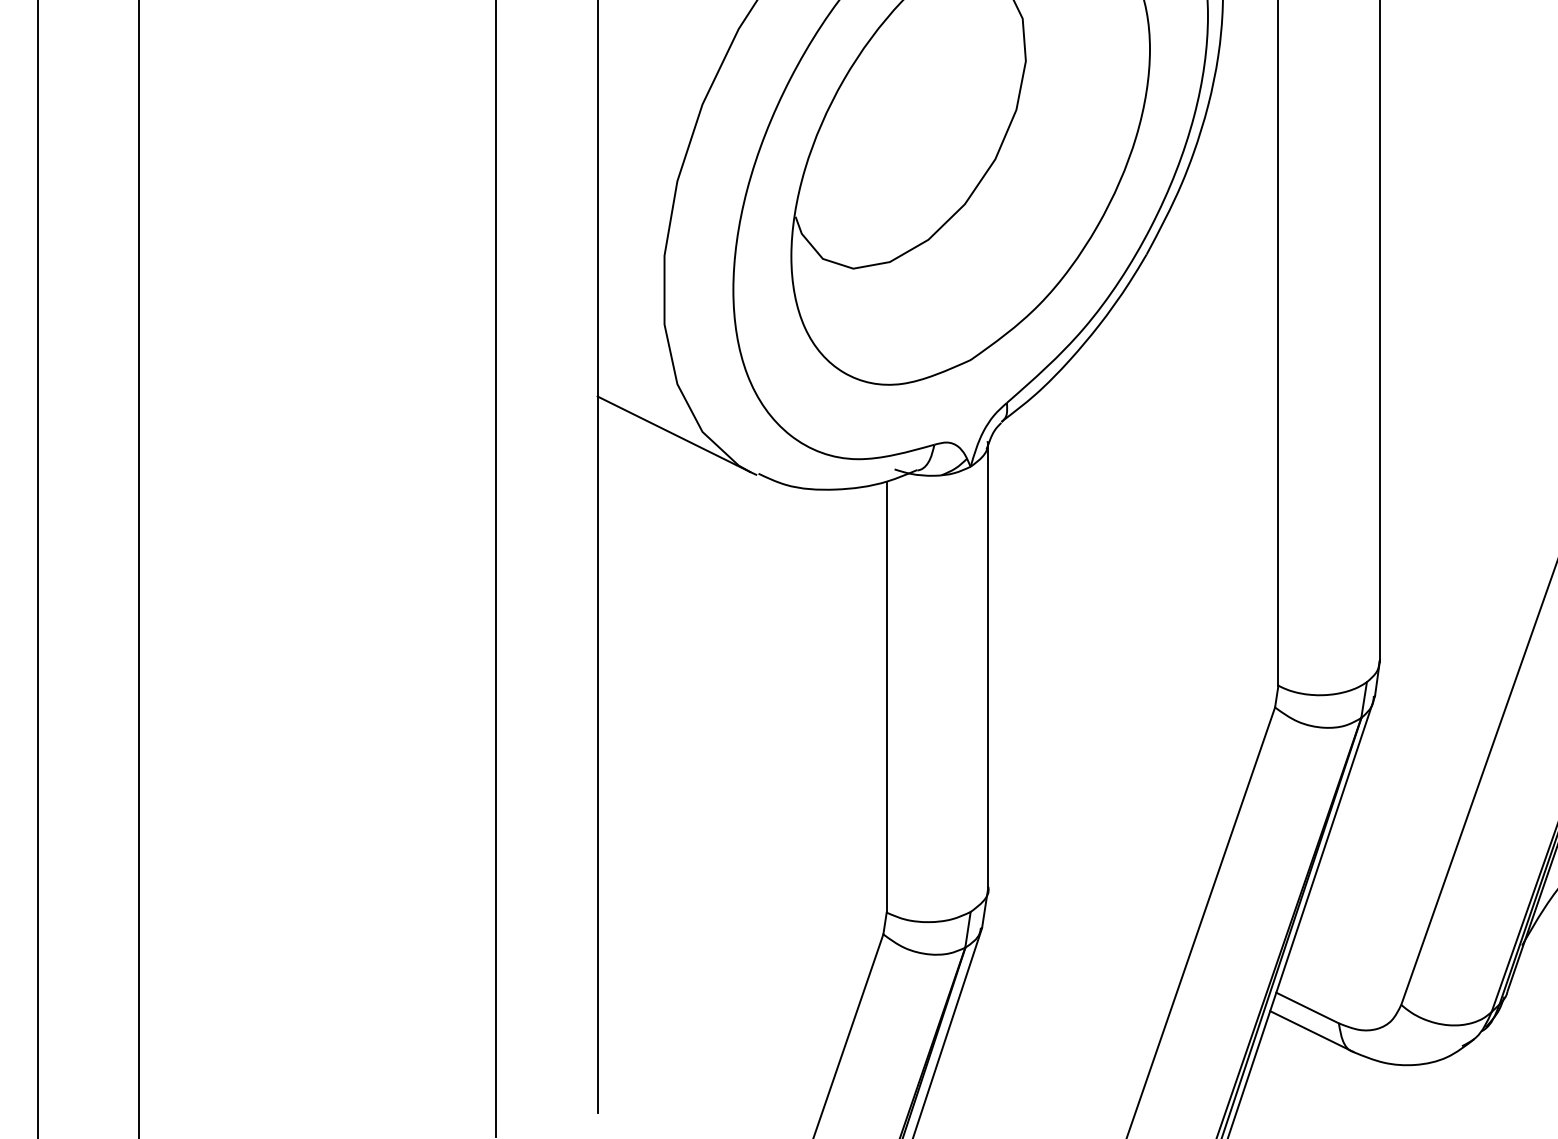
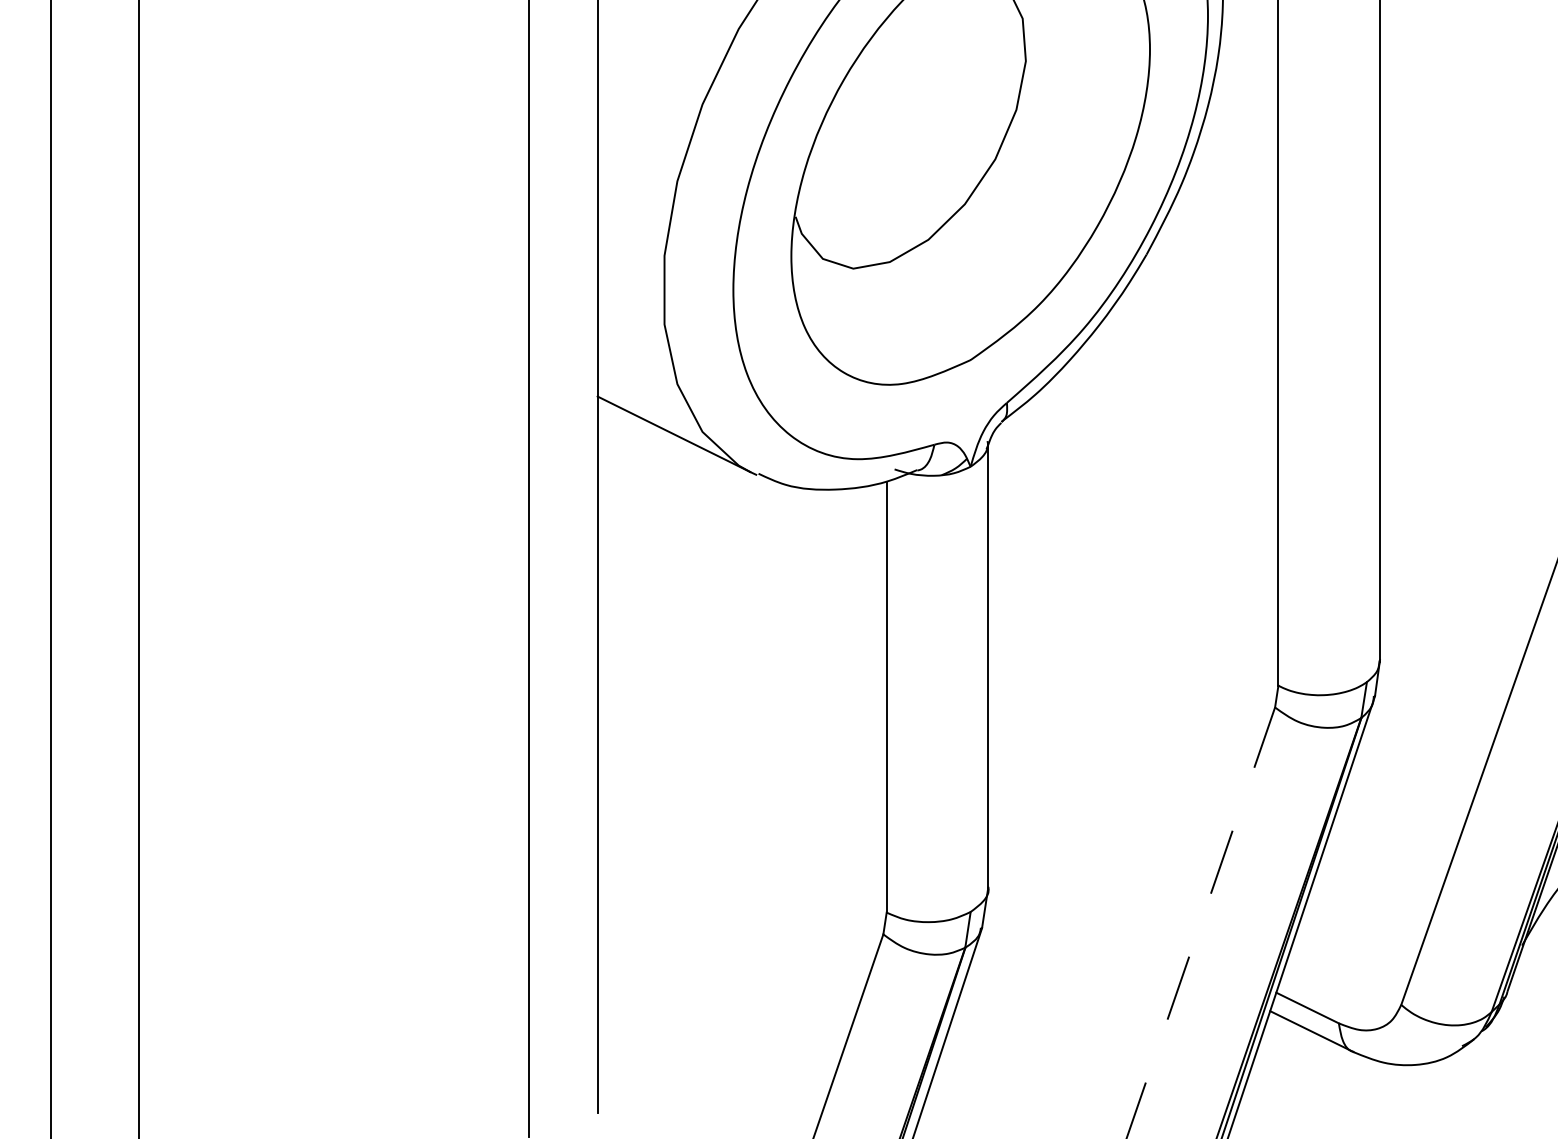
line at (37, 568) position: (37, 568) -> (50, 568)
line at (496, 568) position: (496, 568) -> (529, 568)
line at (1200, 922): solid -> dashed
